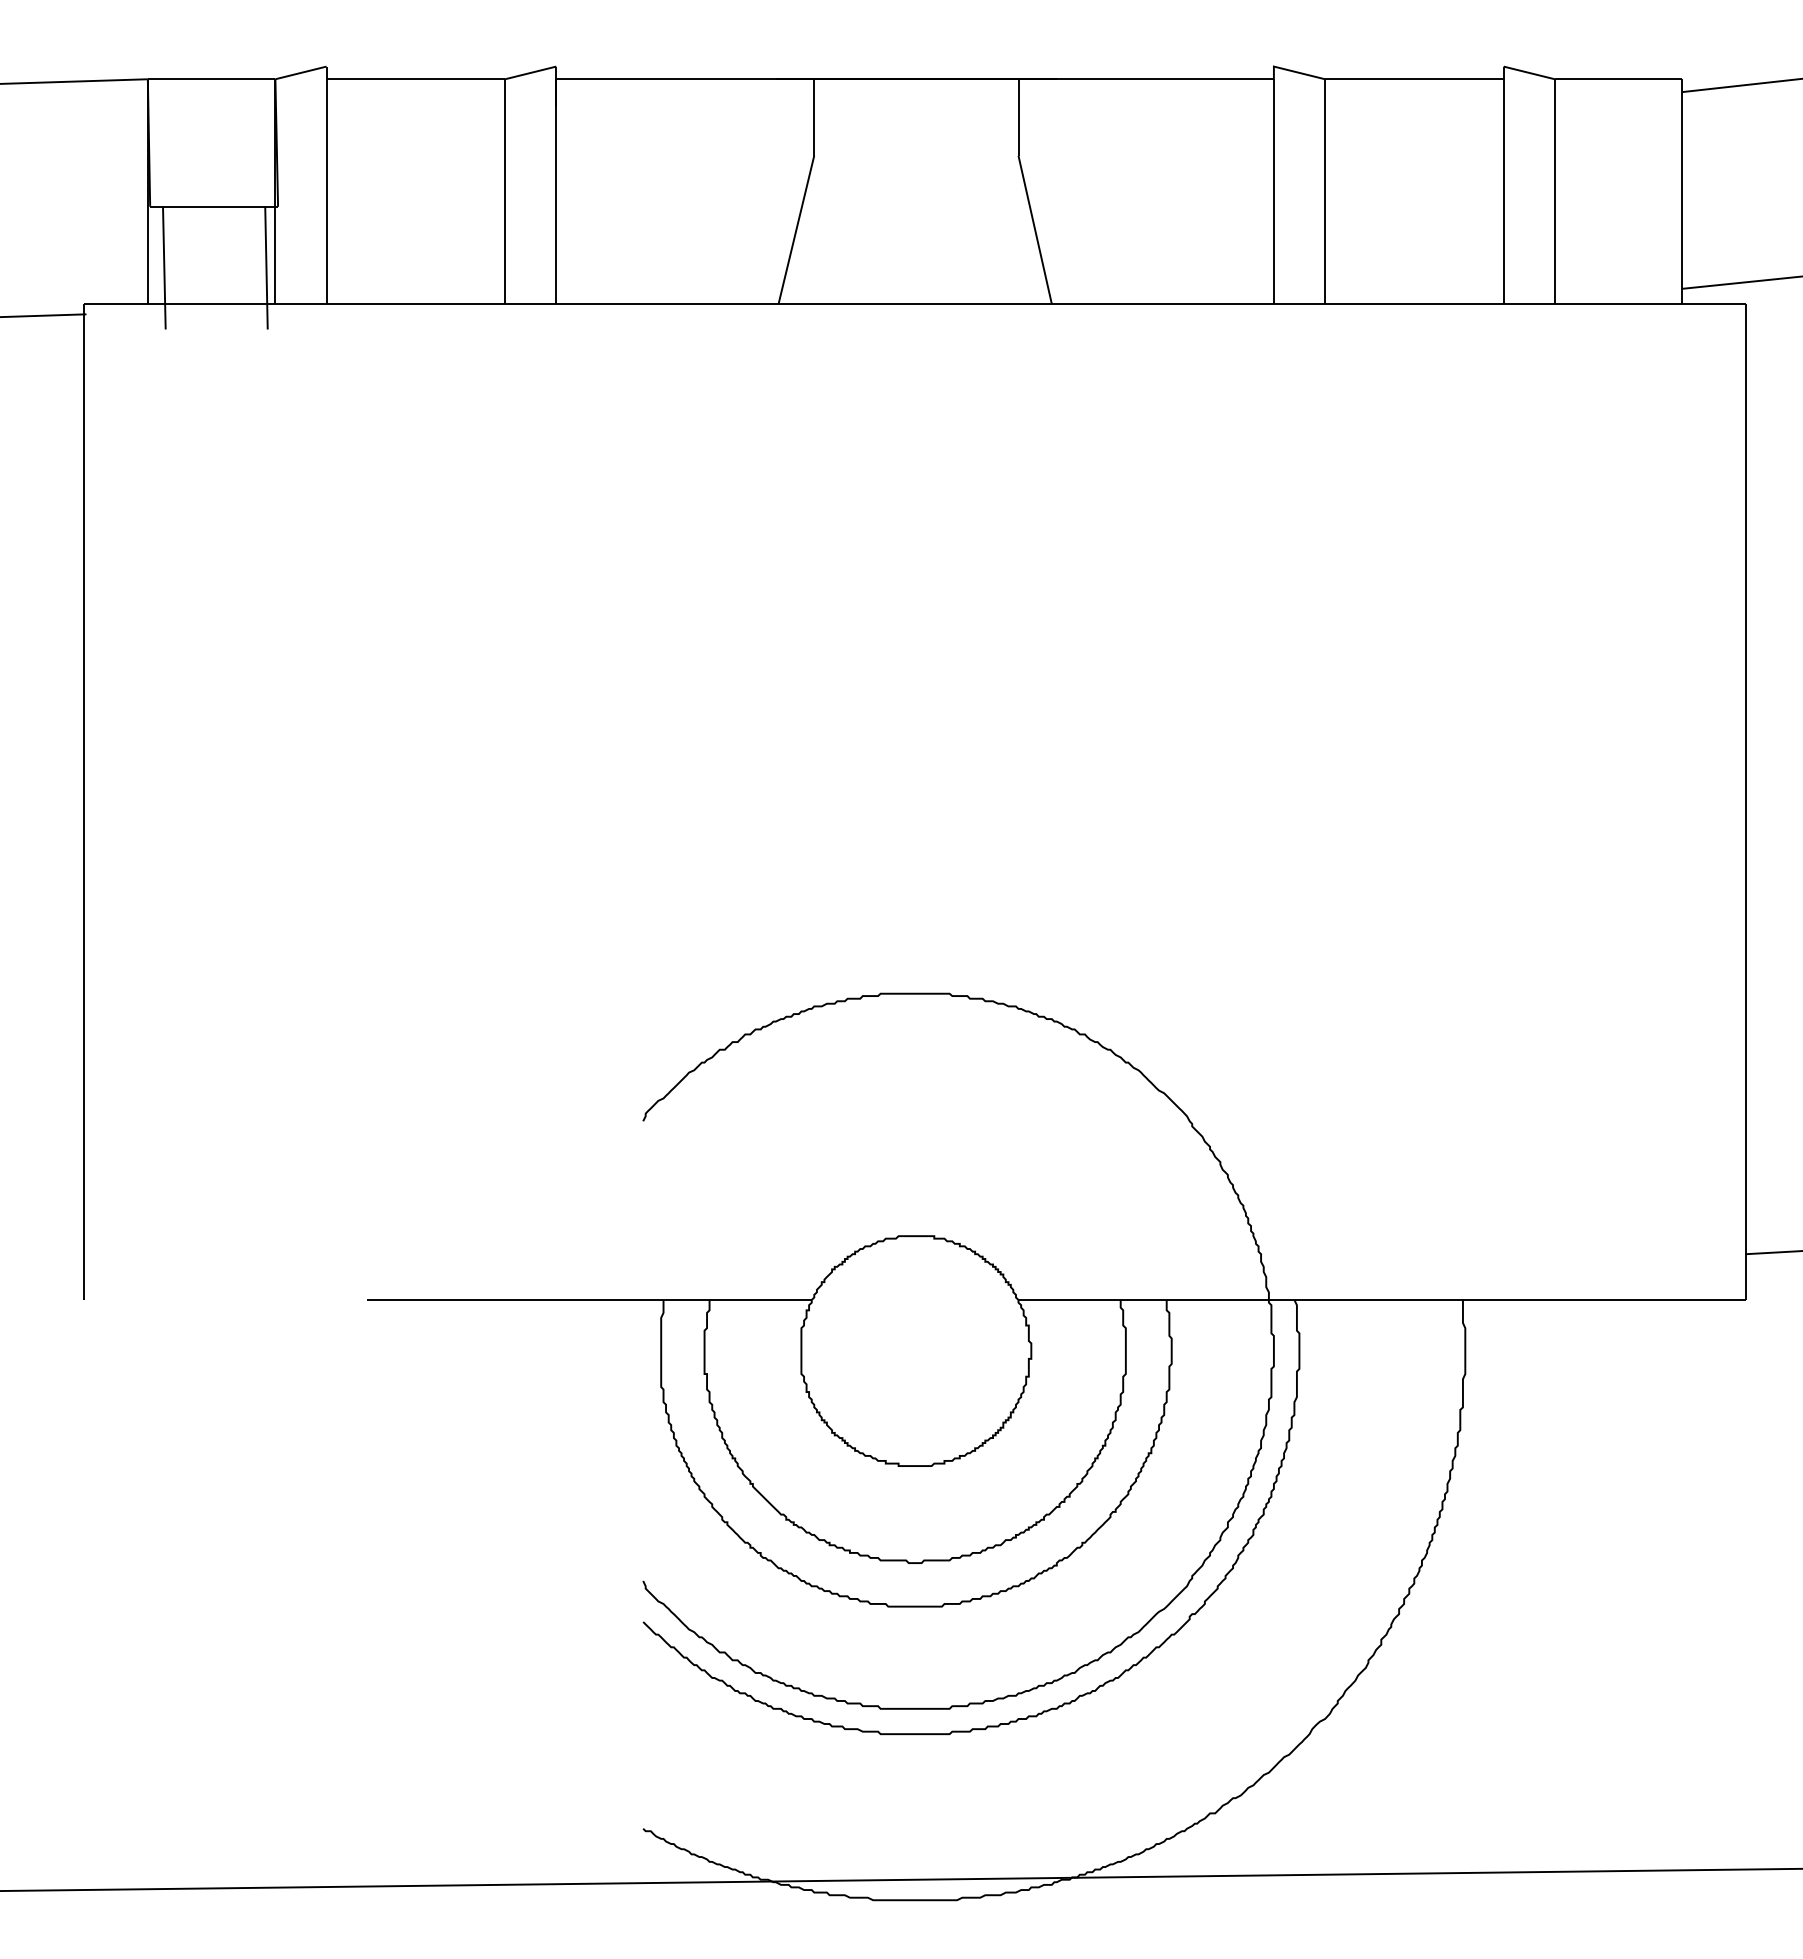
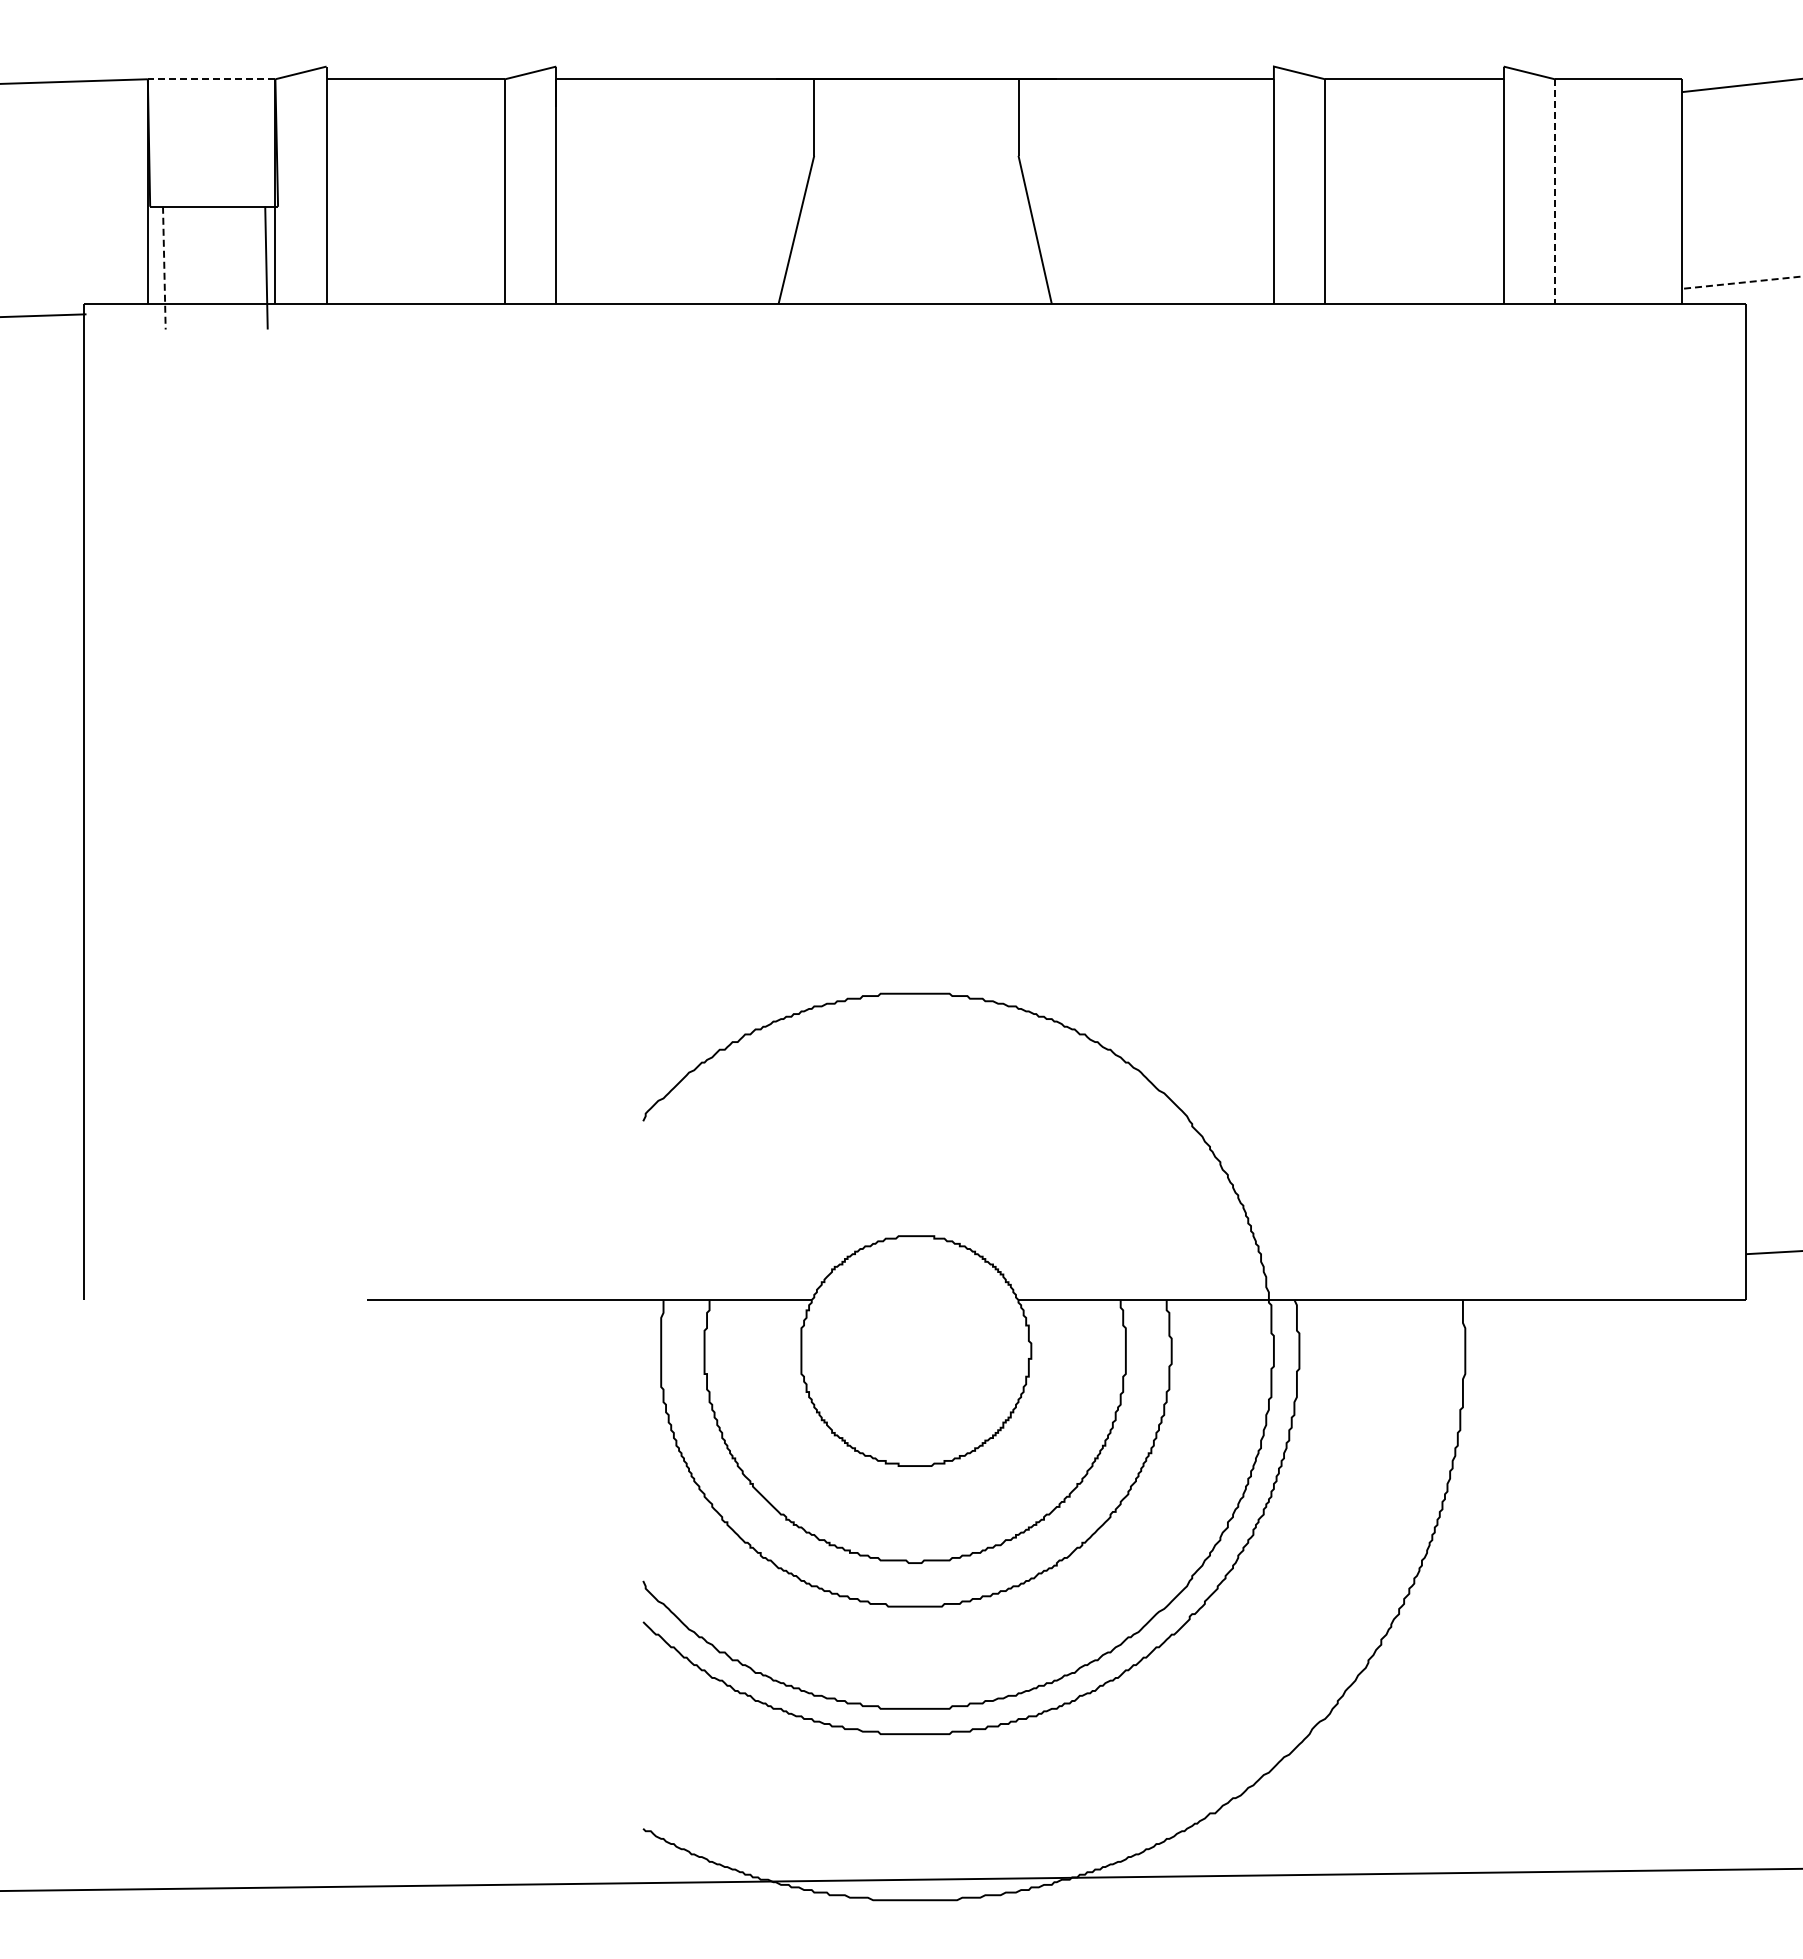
line at (211, 79): solid -> dashed
line at (1554, 192): solid -> dashed
line at (164, 268): solid -> dashed
line at (1741, 282): solid -> dashed
